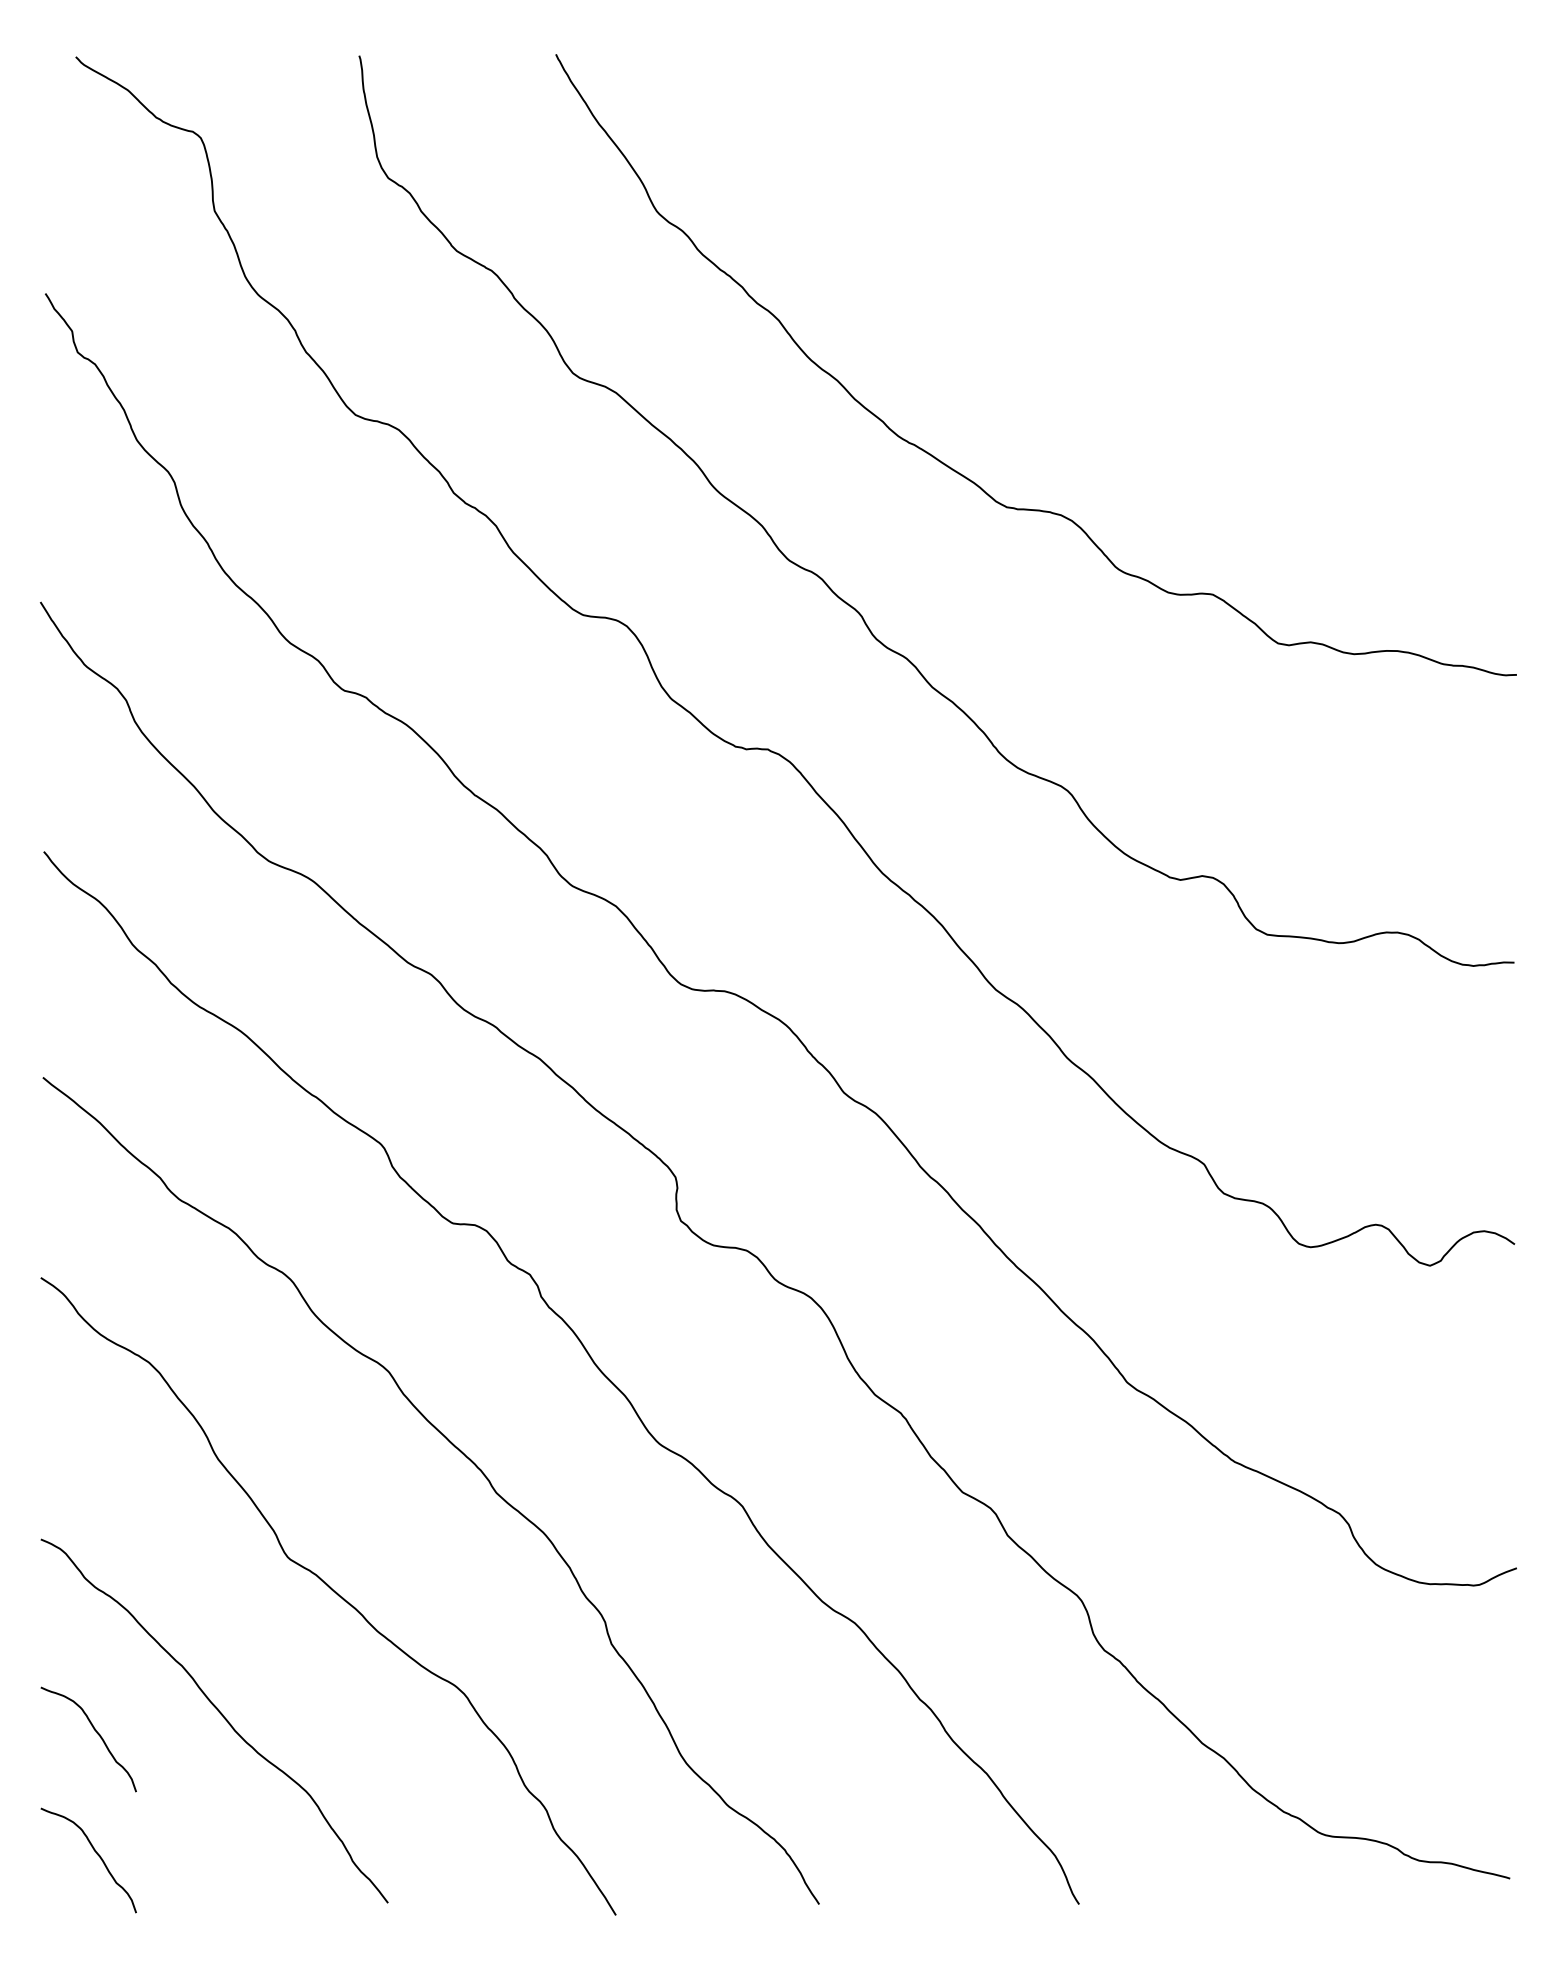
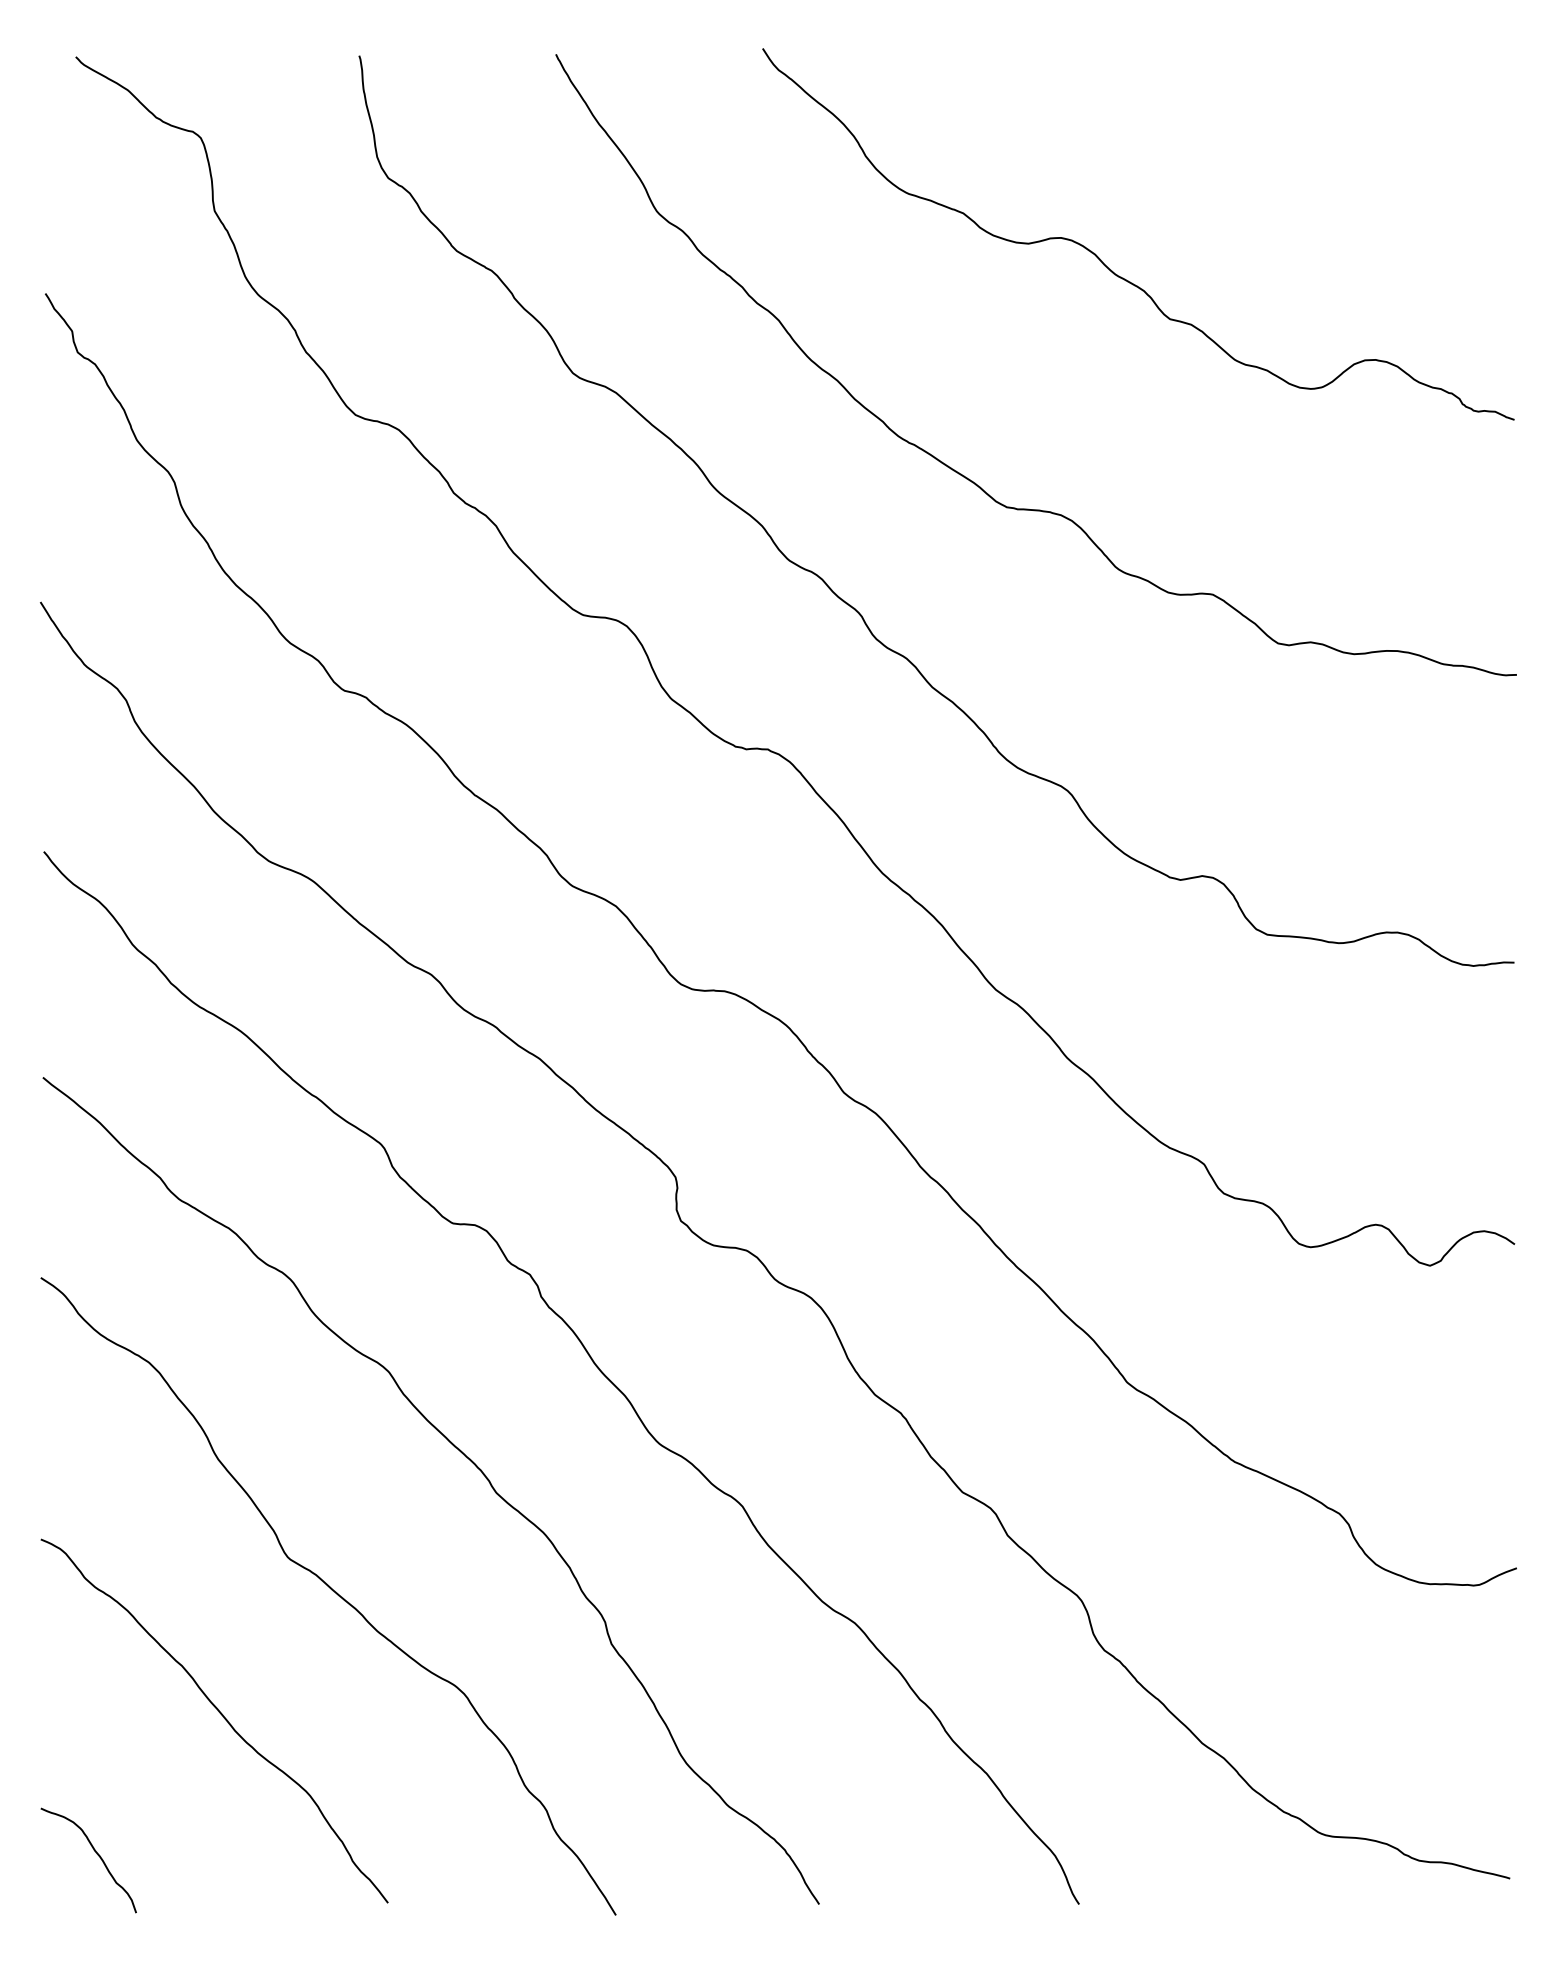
curve at (1112, 270): none -> present
curve at (96, 1733): present -> none
